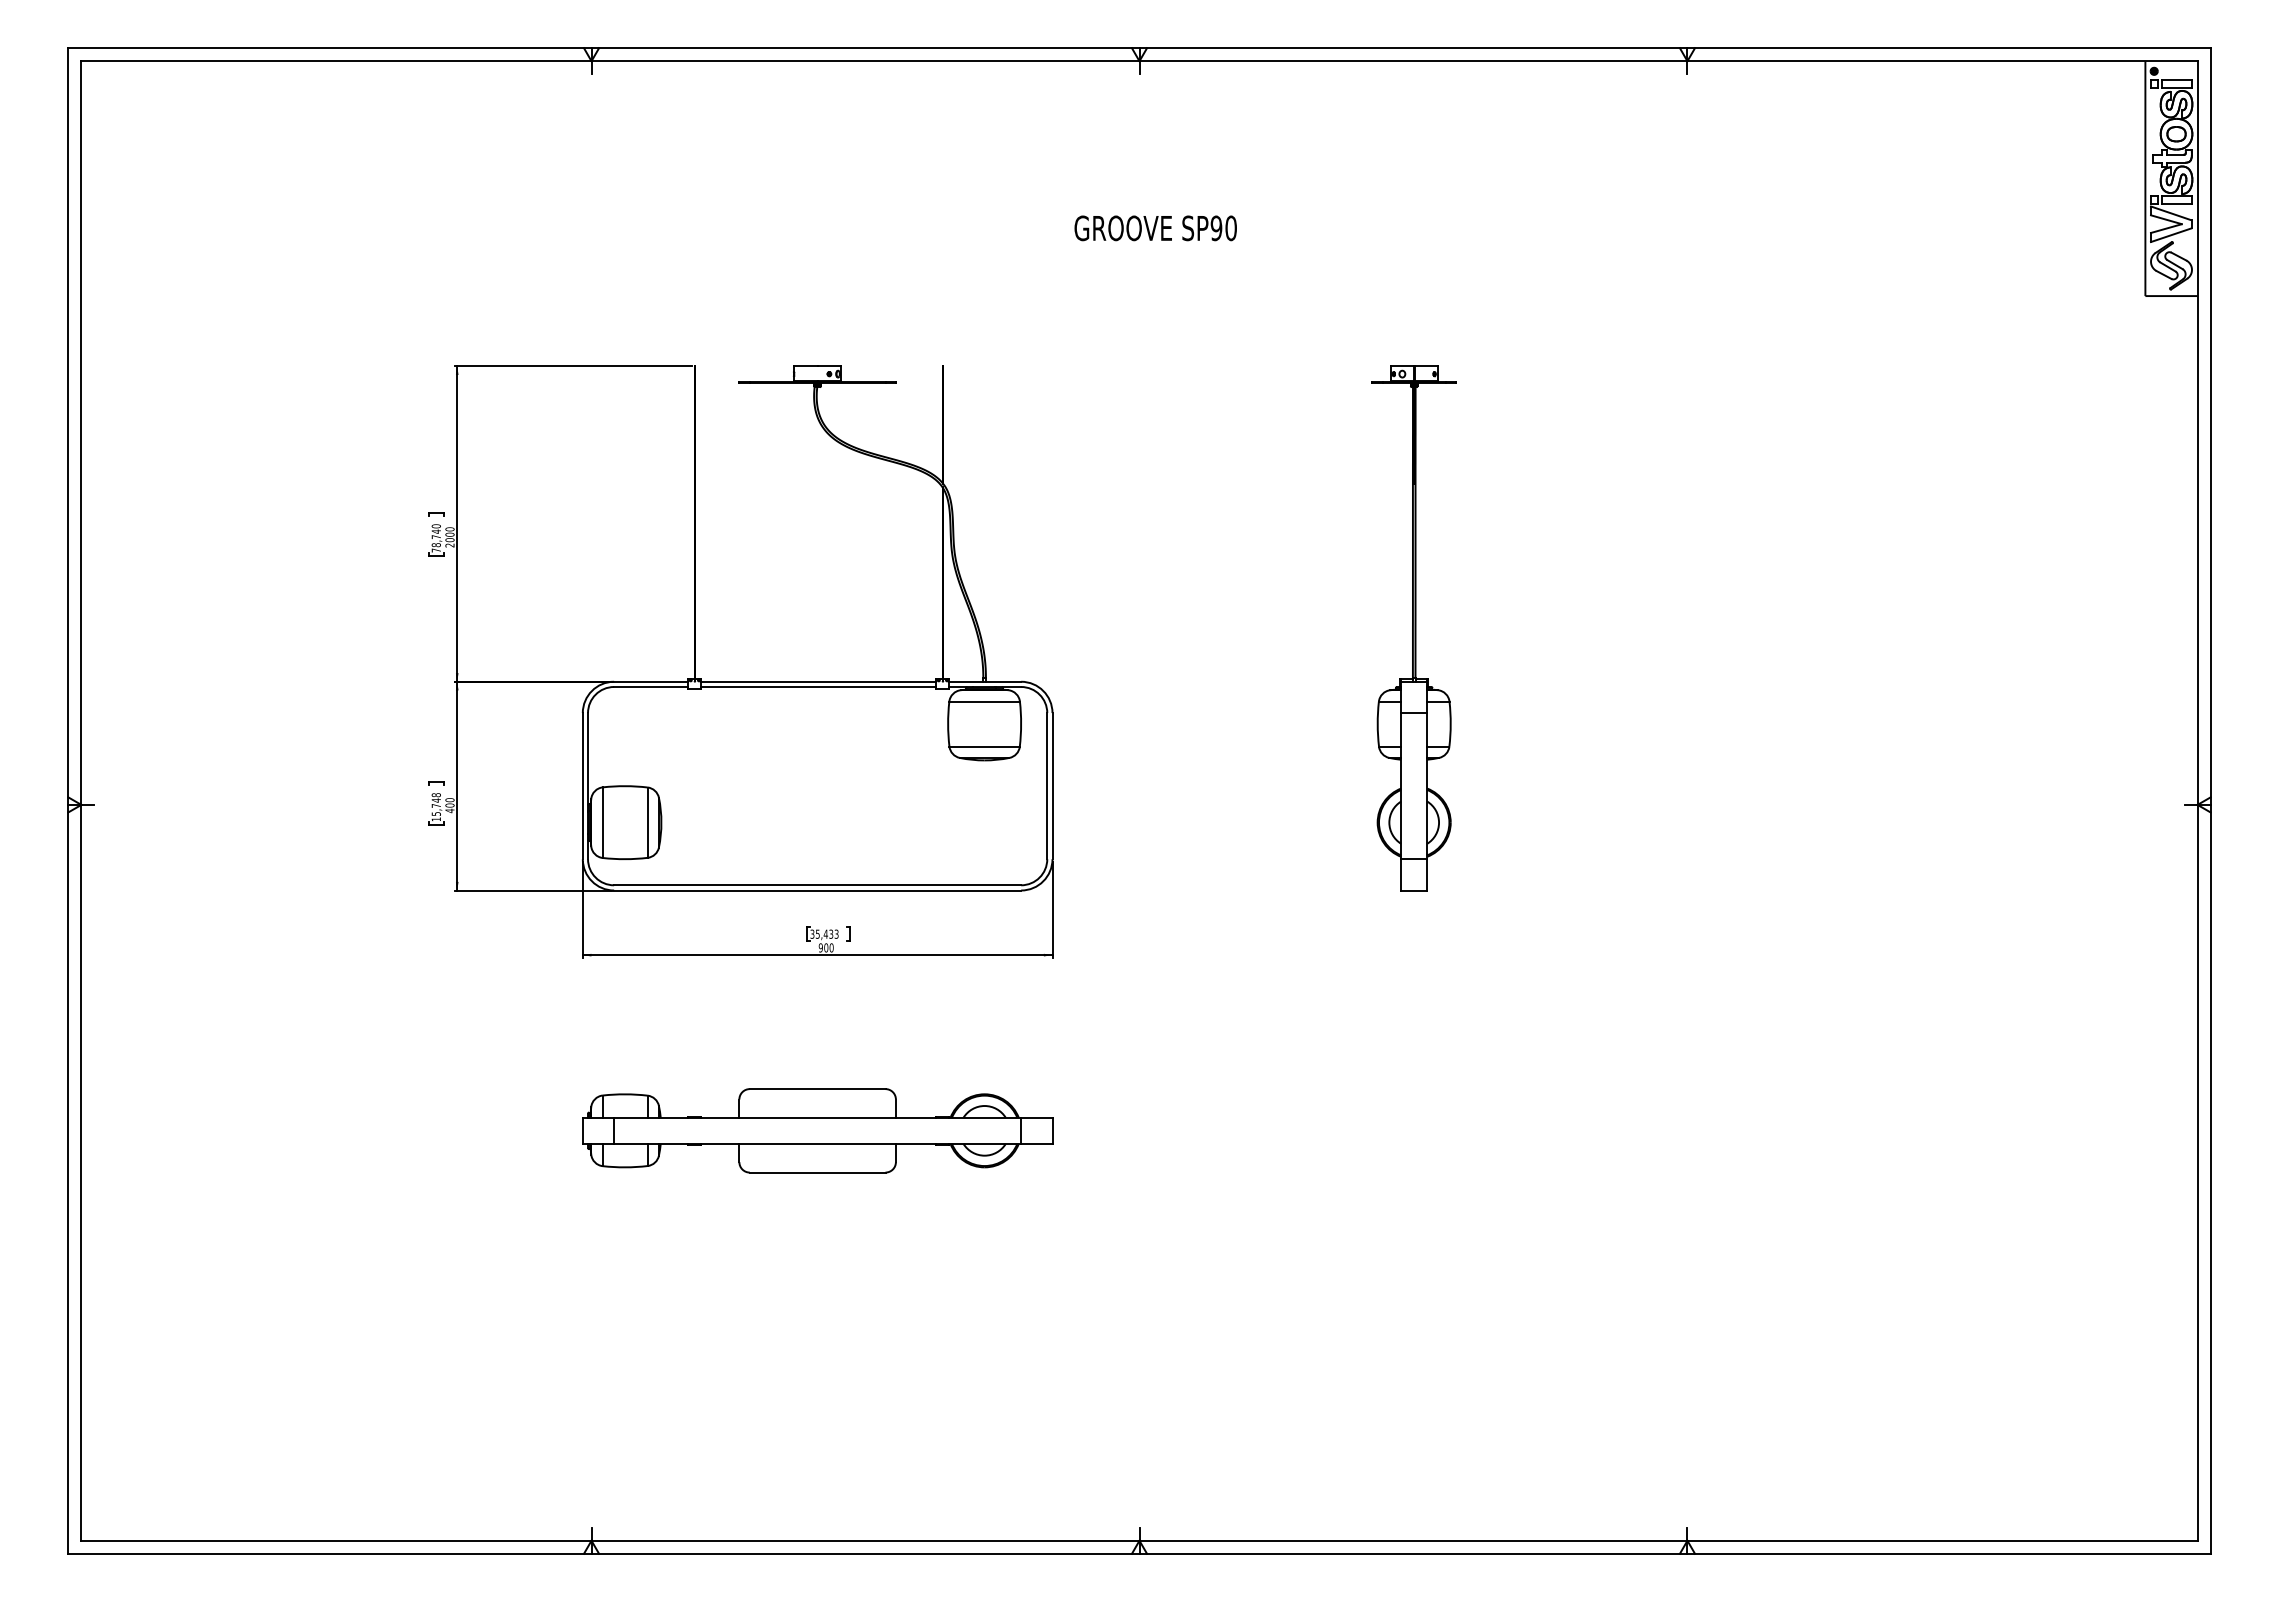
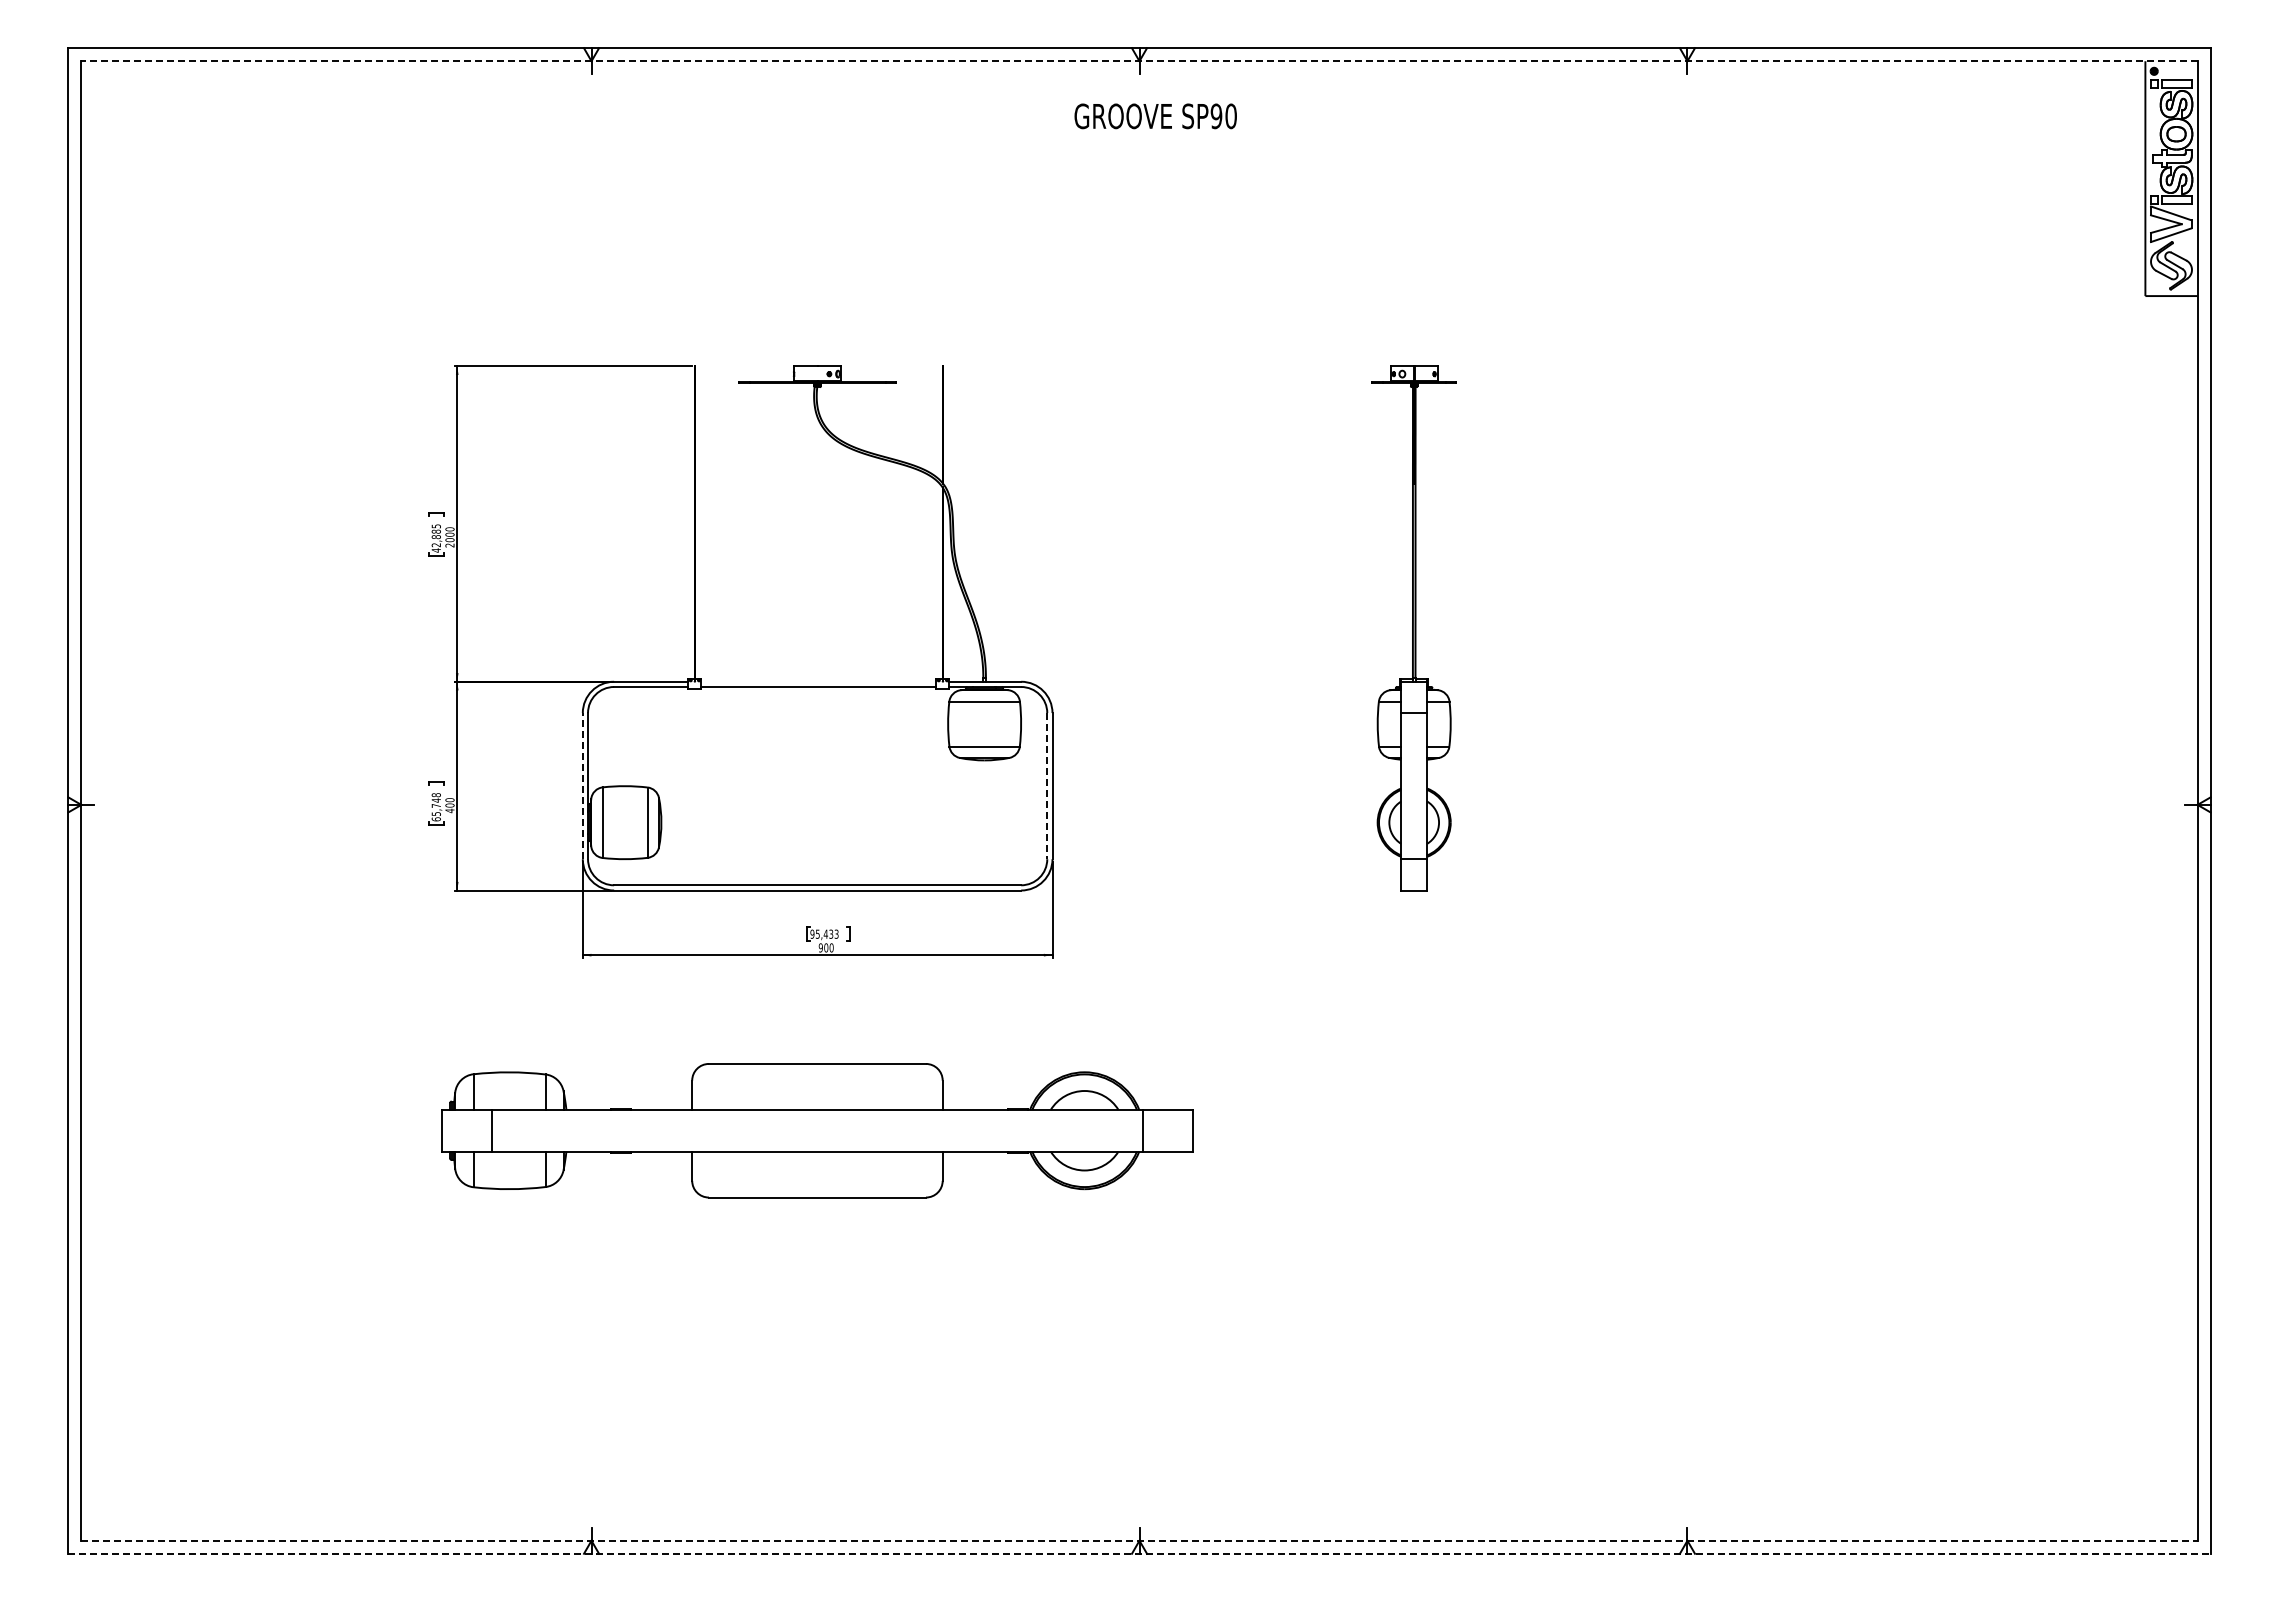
line at (1138, 61): solid -> dashed
text at (1155, 228) position: (1155, 228) -> (1155, 116)
text at (435, 538): 78,740 -> 42,885
line at (818, 681): present -> none
line at (582, 785): solid -> dashed
line at (1047, 786): solid -> dashed
text at (435, 819): 15,748 -> 65,748
text at (812, 933): 35,433 -> 95,433
part at (817, 1130) size: 472x86 px -> 753x136 px
line at (1139, 1540): solid -> dashed
line at (1139, 1553): solid -> dashed
